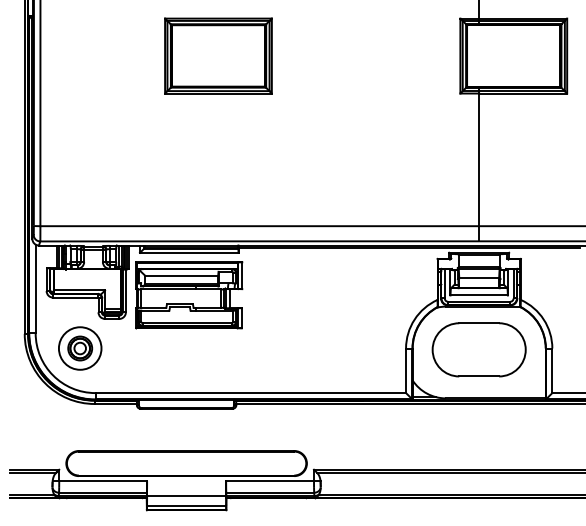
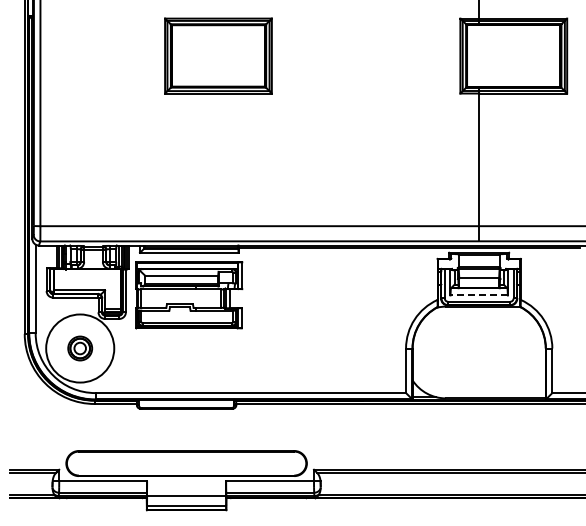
line at (479, 295): solid -> dashed
circle at (79, 348) diameter: 43 px -> 68 px
part at (478, 349): present -> none
